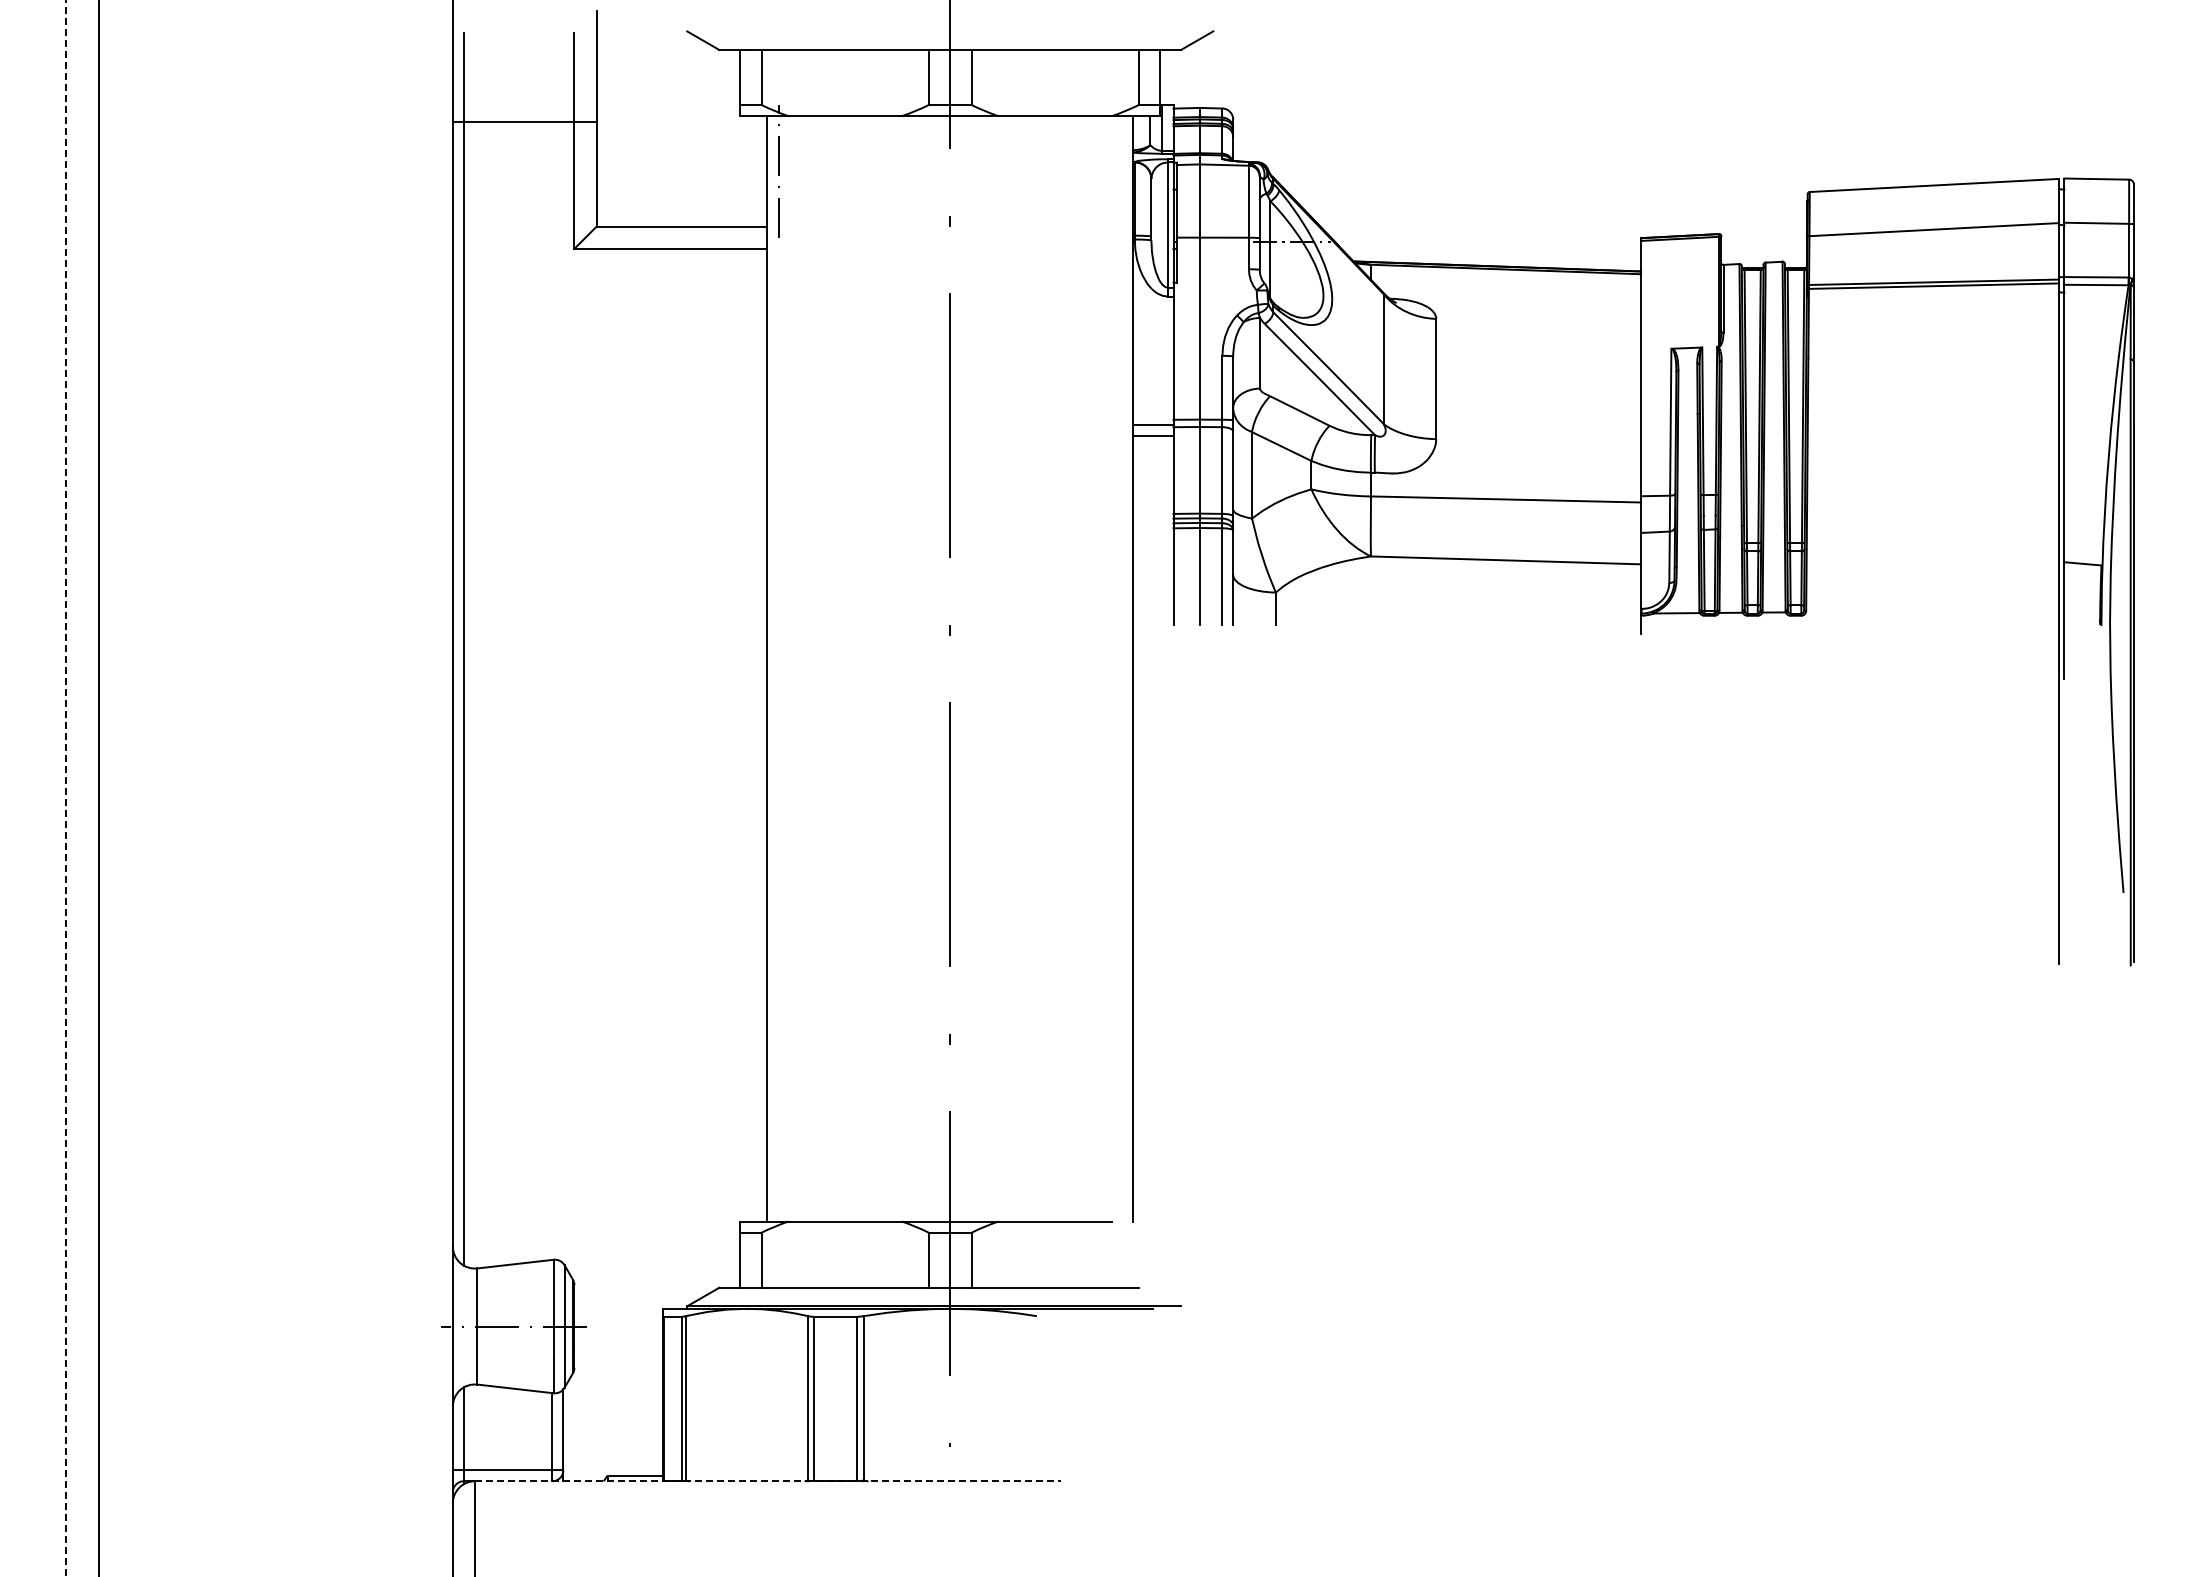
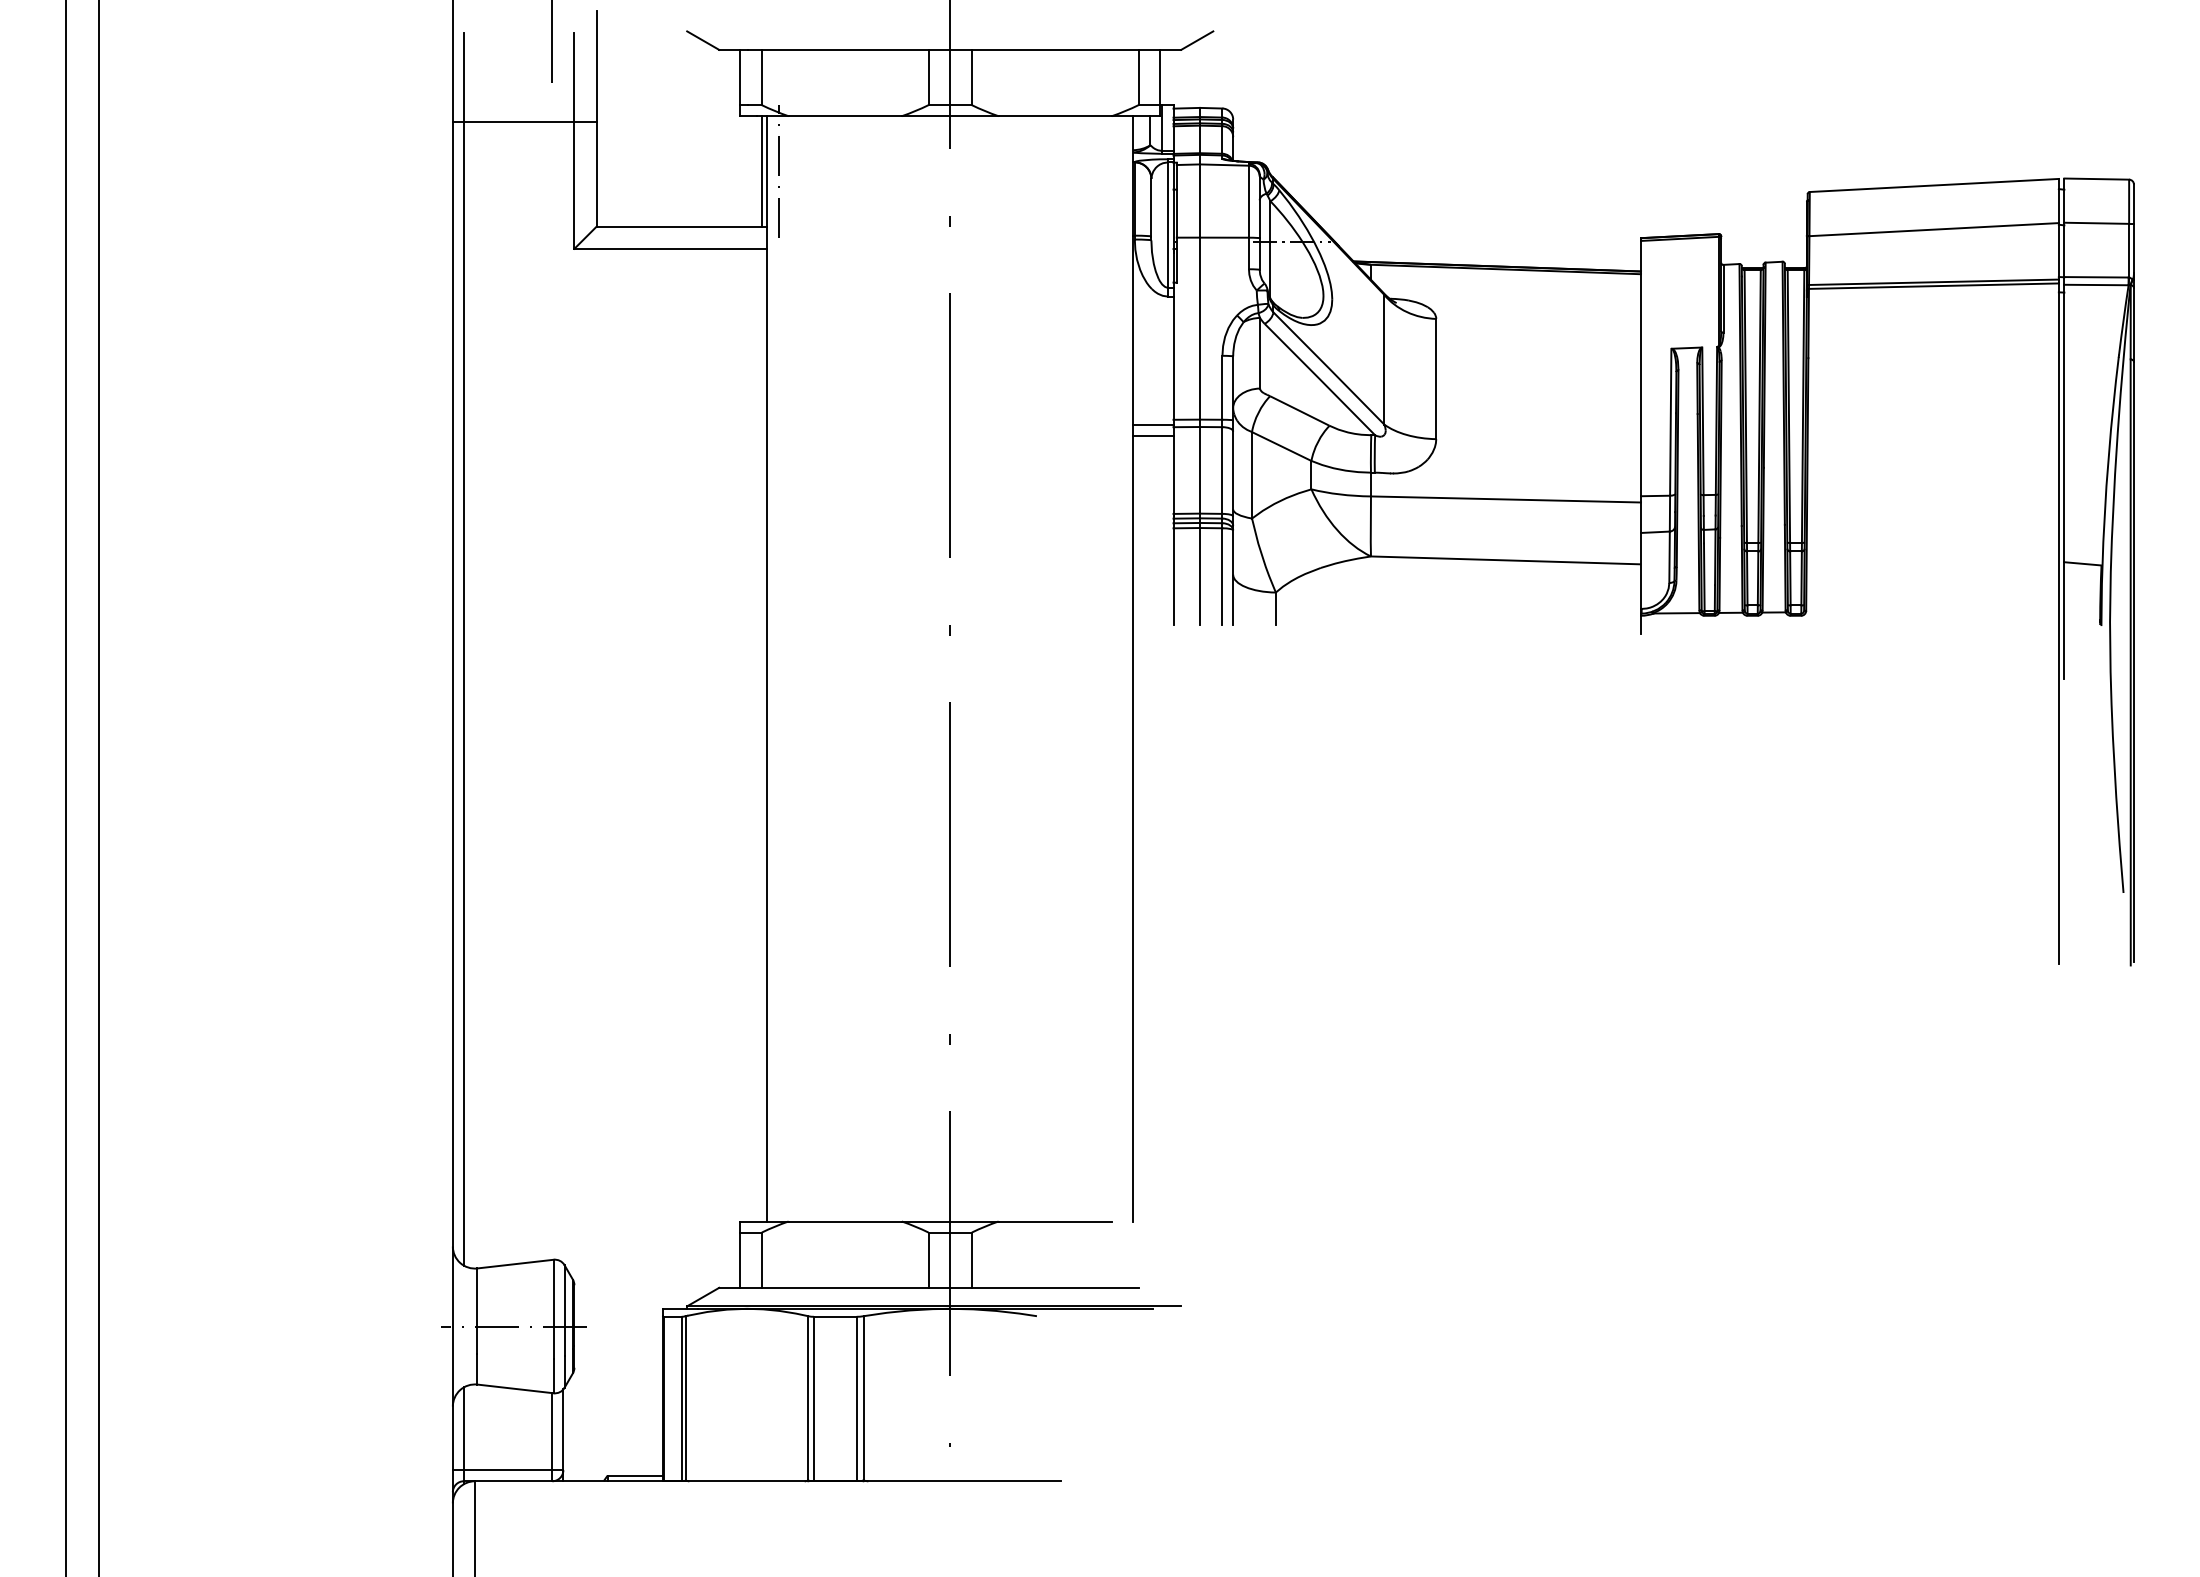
line at (552, 42): none -> present
line at (762, 171): none -> present
line at (66, 788): dashed -> solid
line at (767, 1481): dashed -> solid
